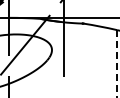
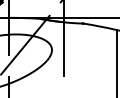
line at (117, 64): dashed -> solid
